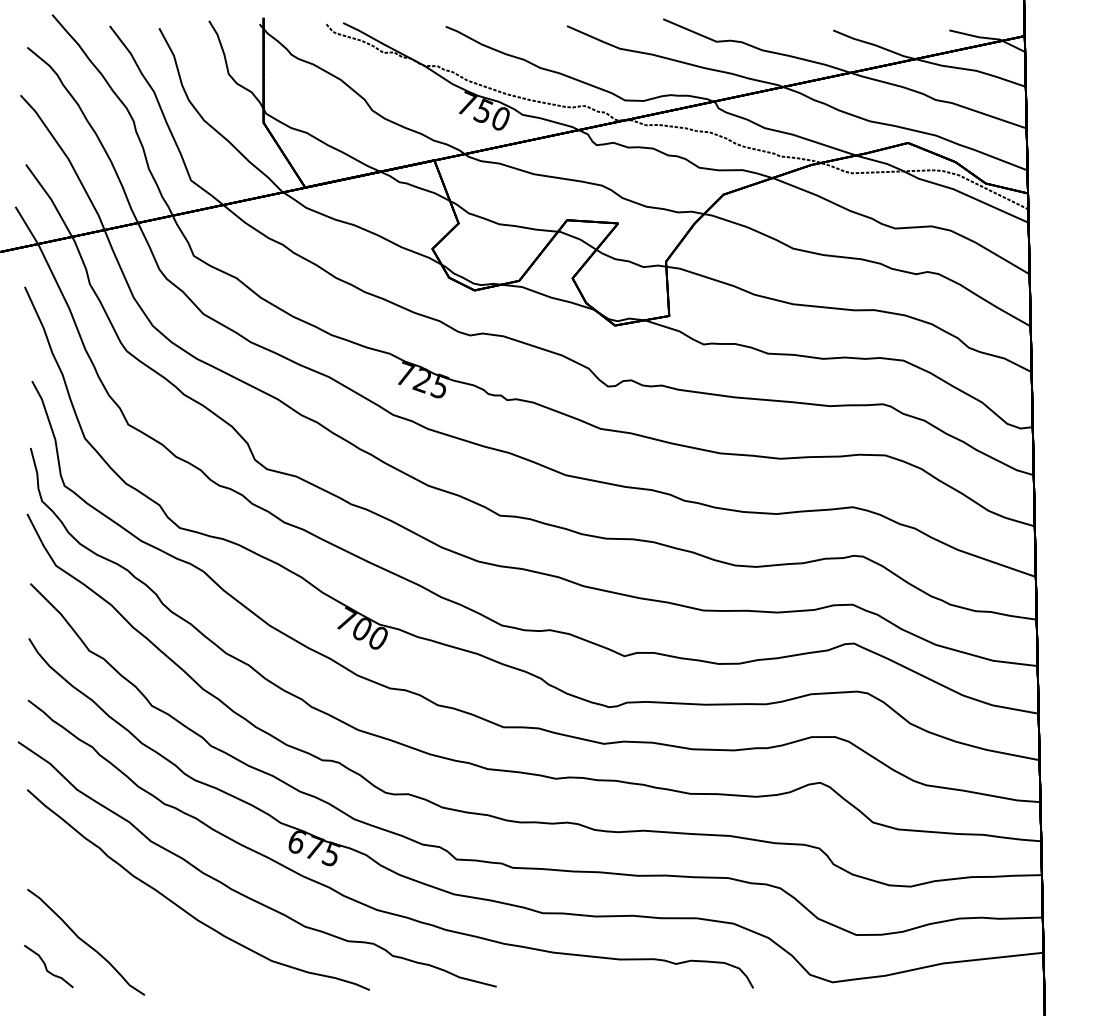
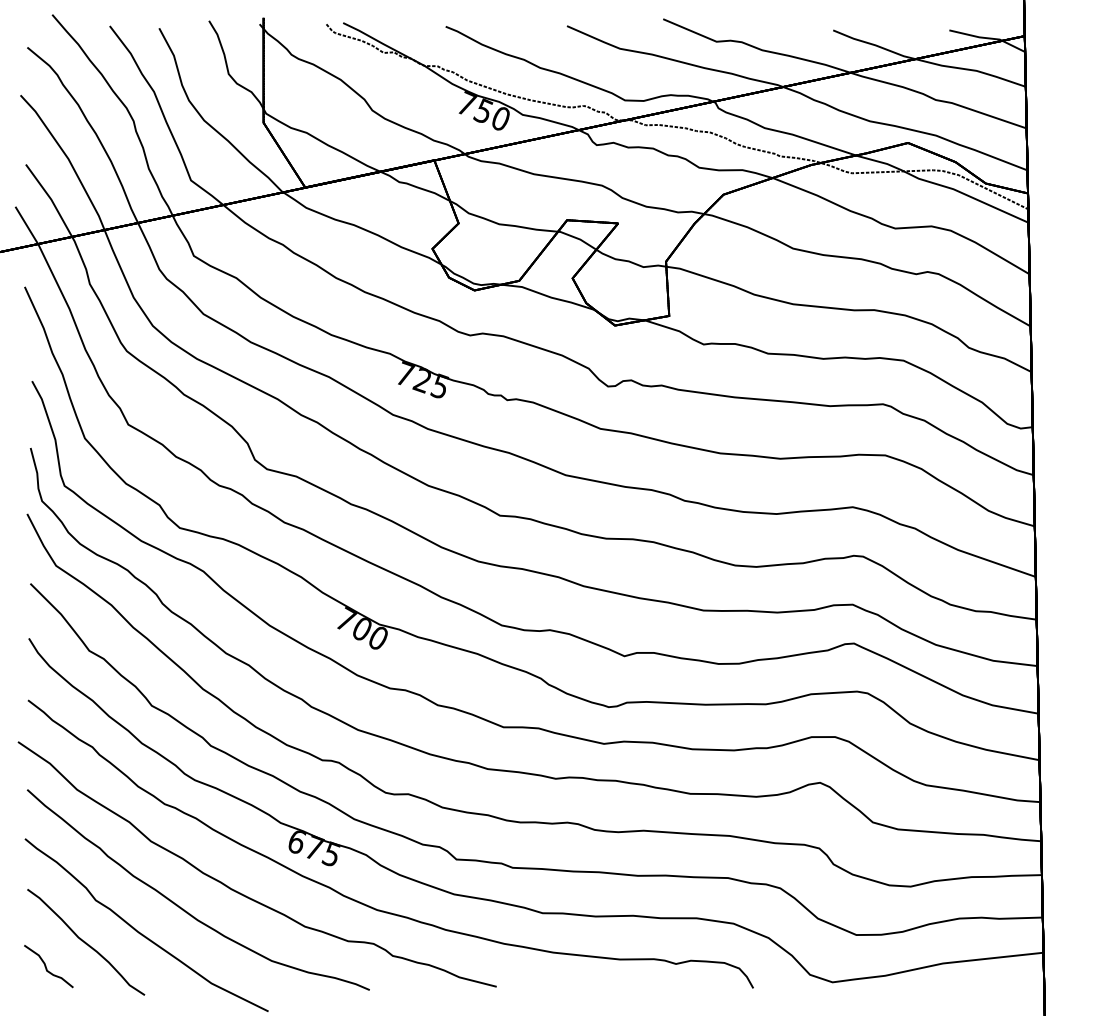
part at (142, 933): none -> present
